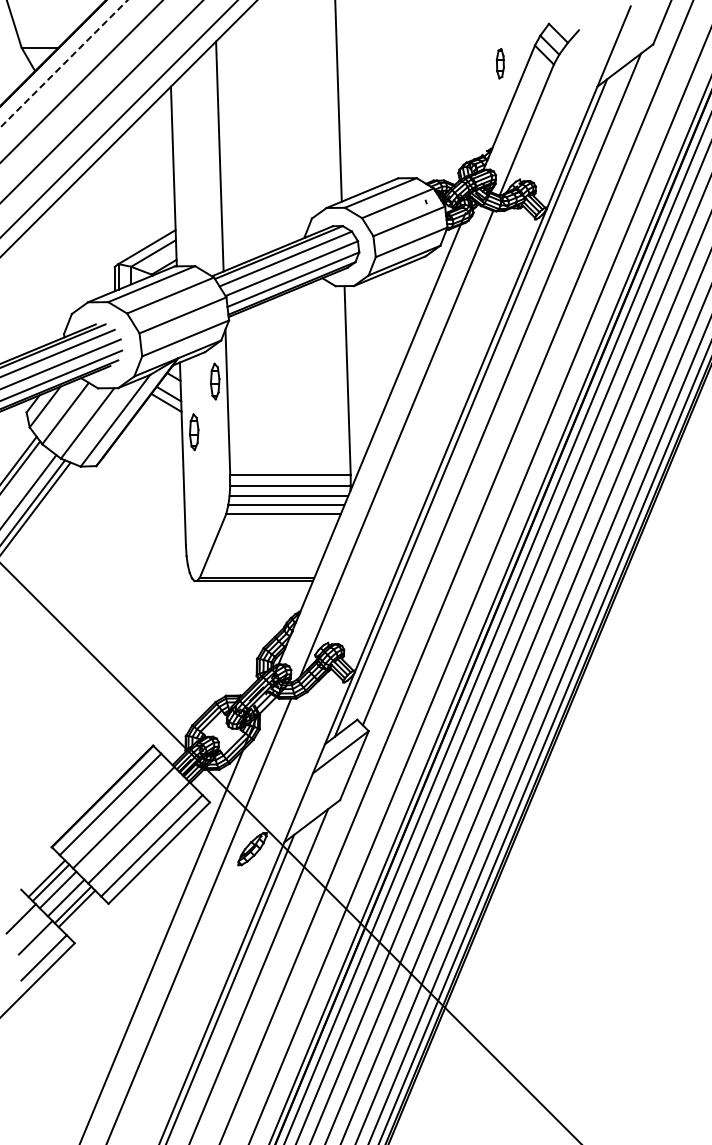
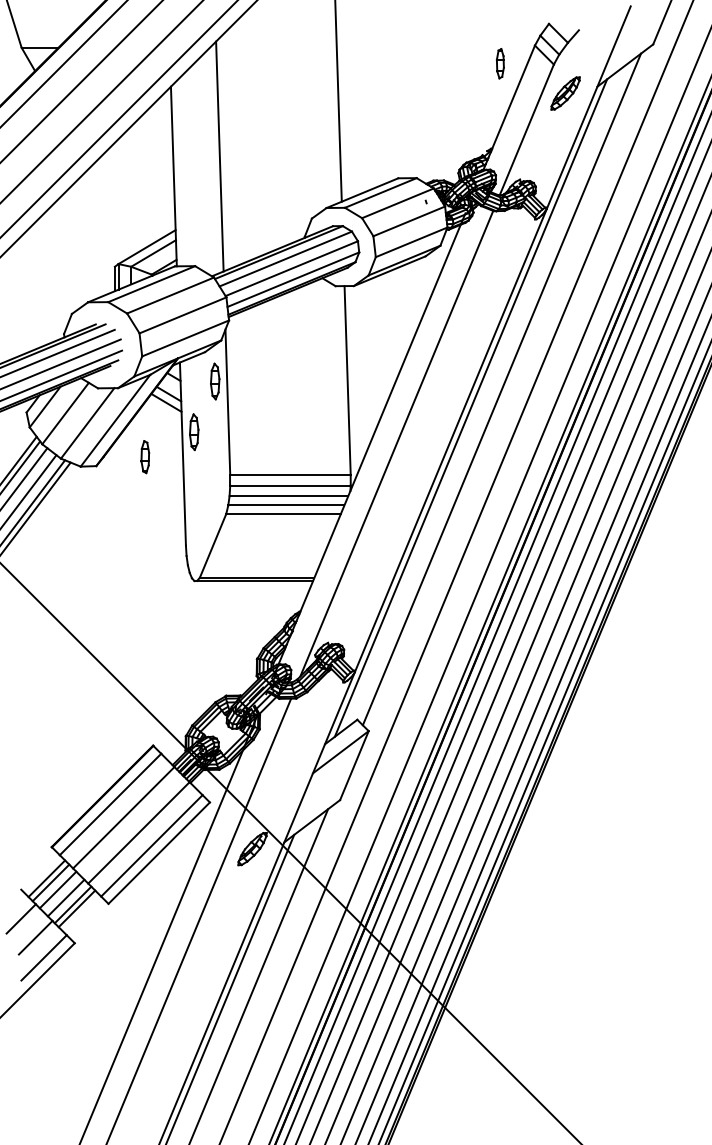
line at (64, 63): dashed -> solid
part at (565, 93): none -> present
part at (145, 457): none -> present
line at (24, 477): none -> present
